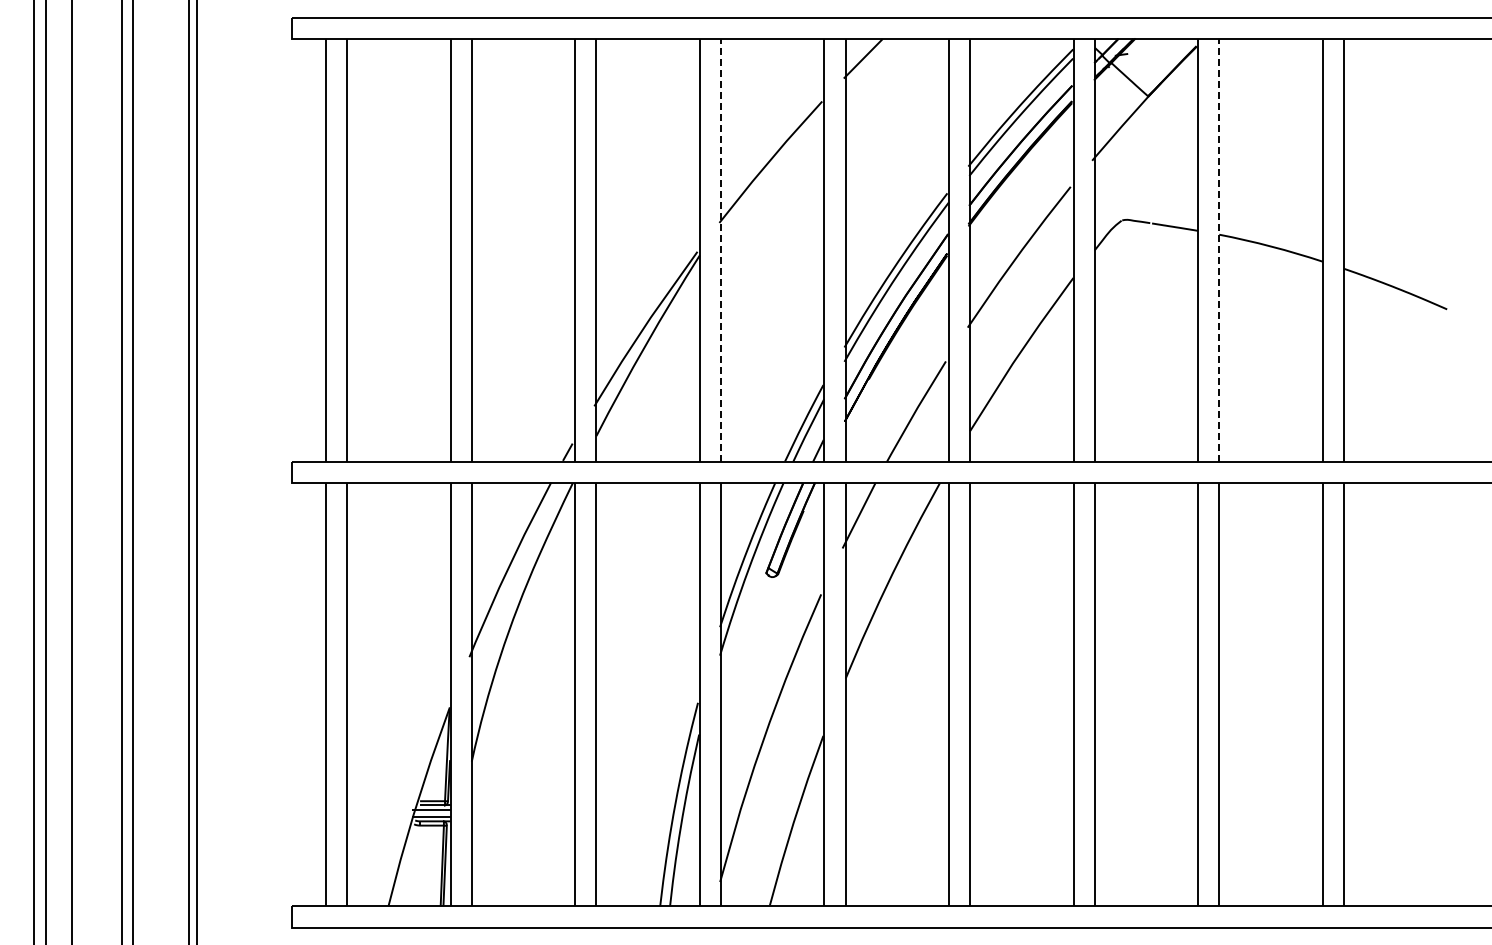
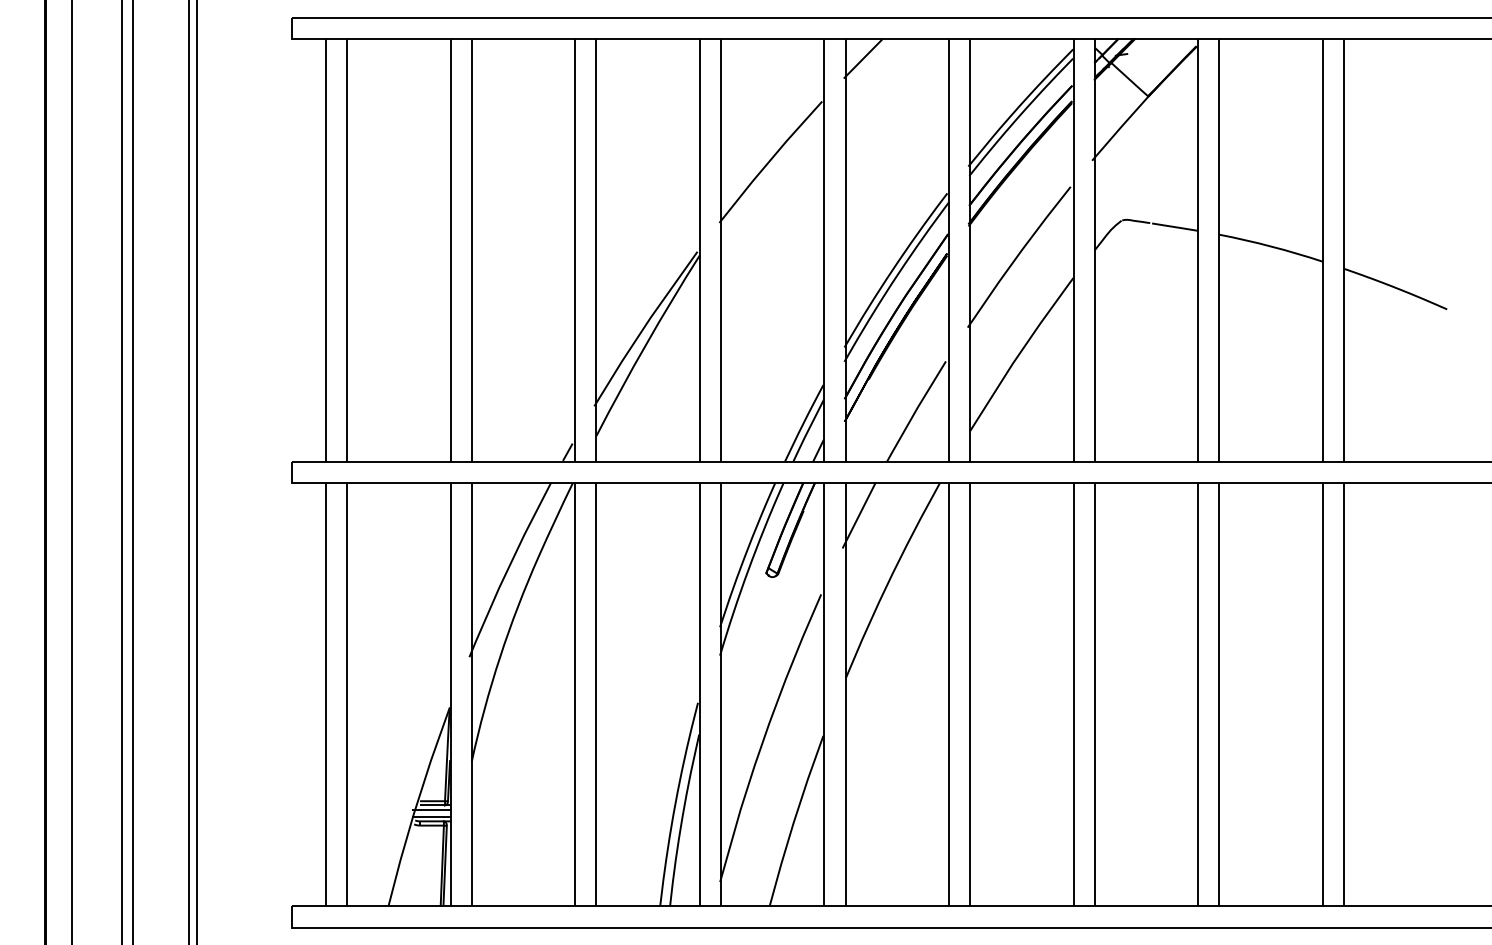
line at (720, 250): dashed -> solid
line at (1219, 250): dashed -> solid
line at (33, 471) position: (33, 471) -> (44, 471)
